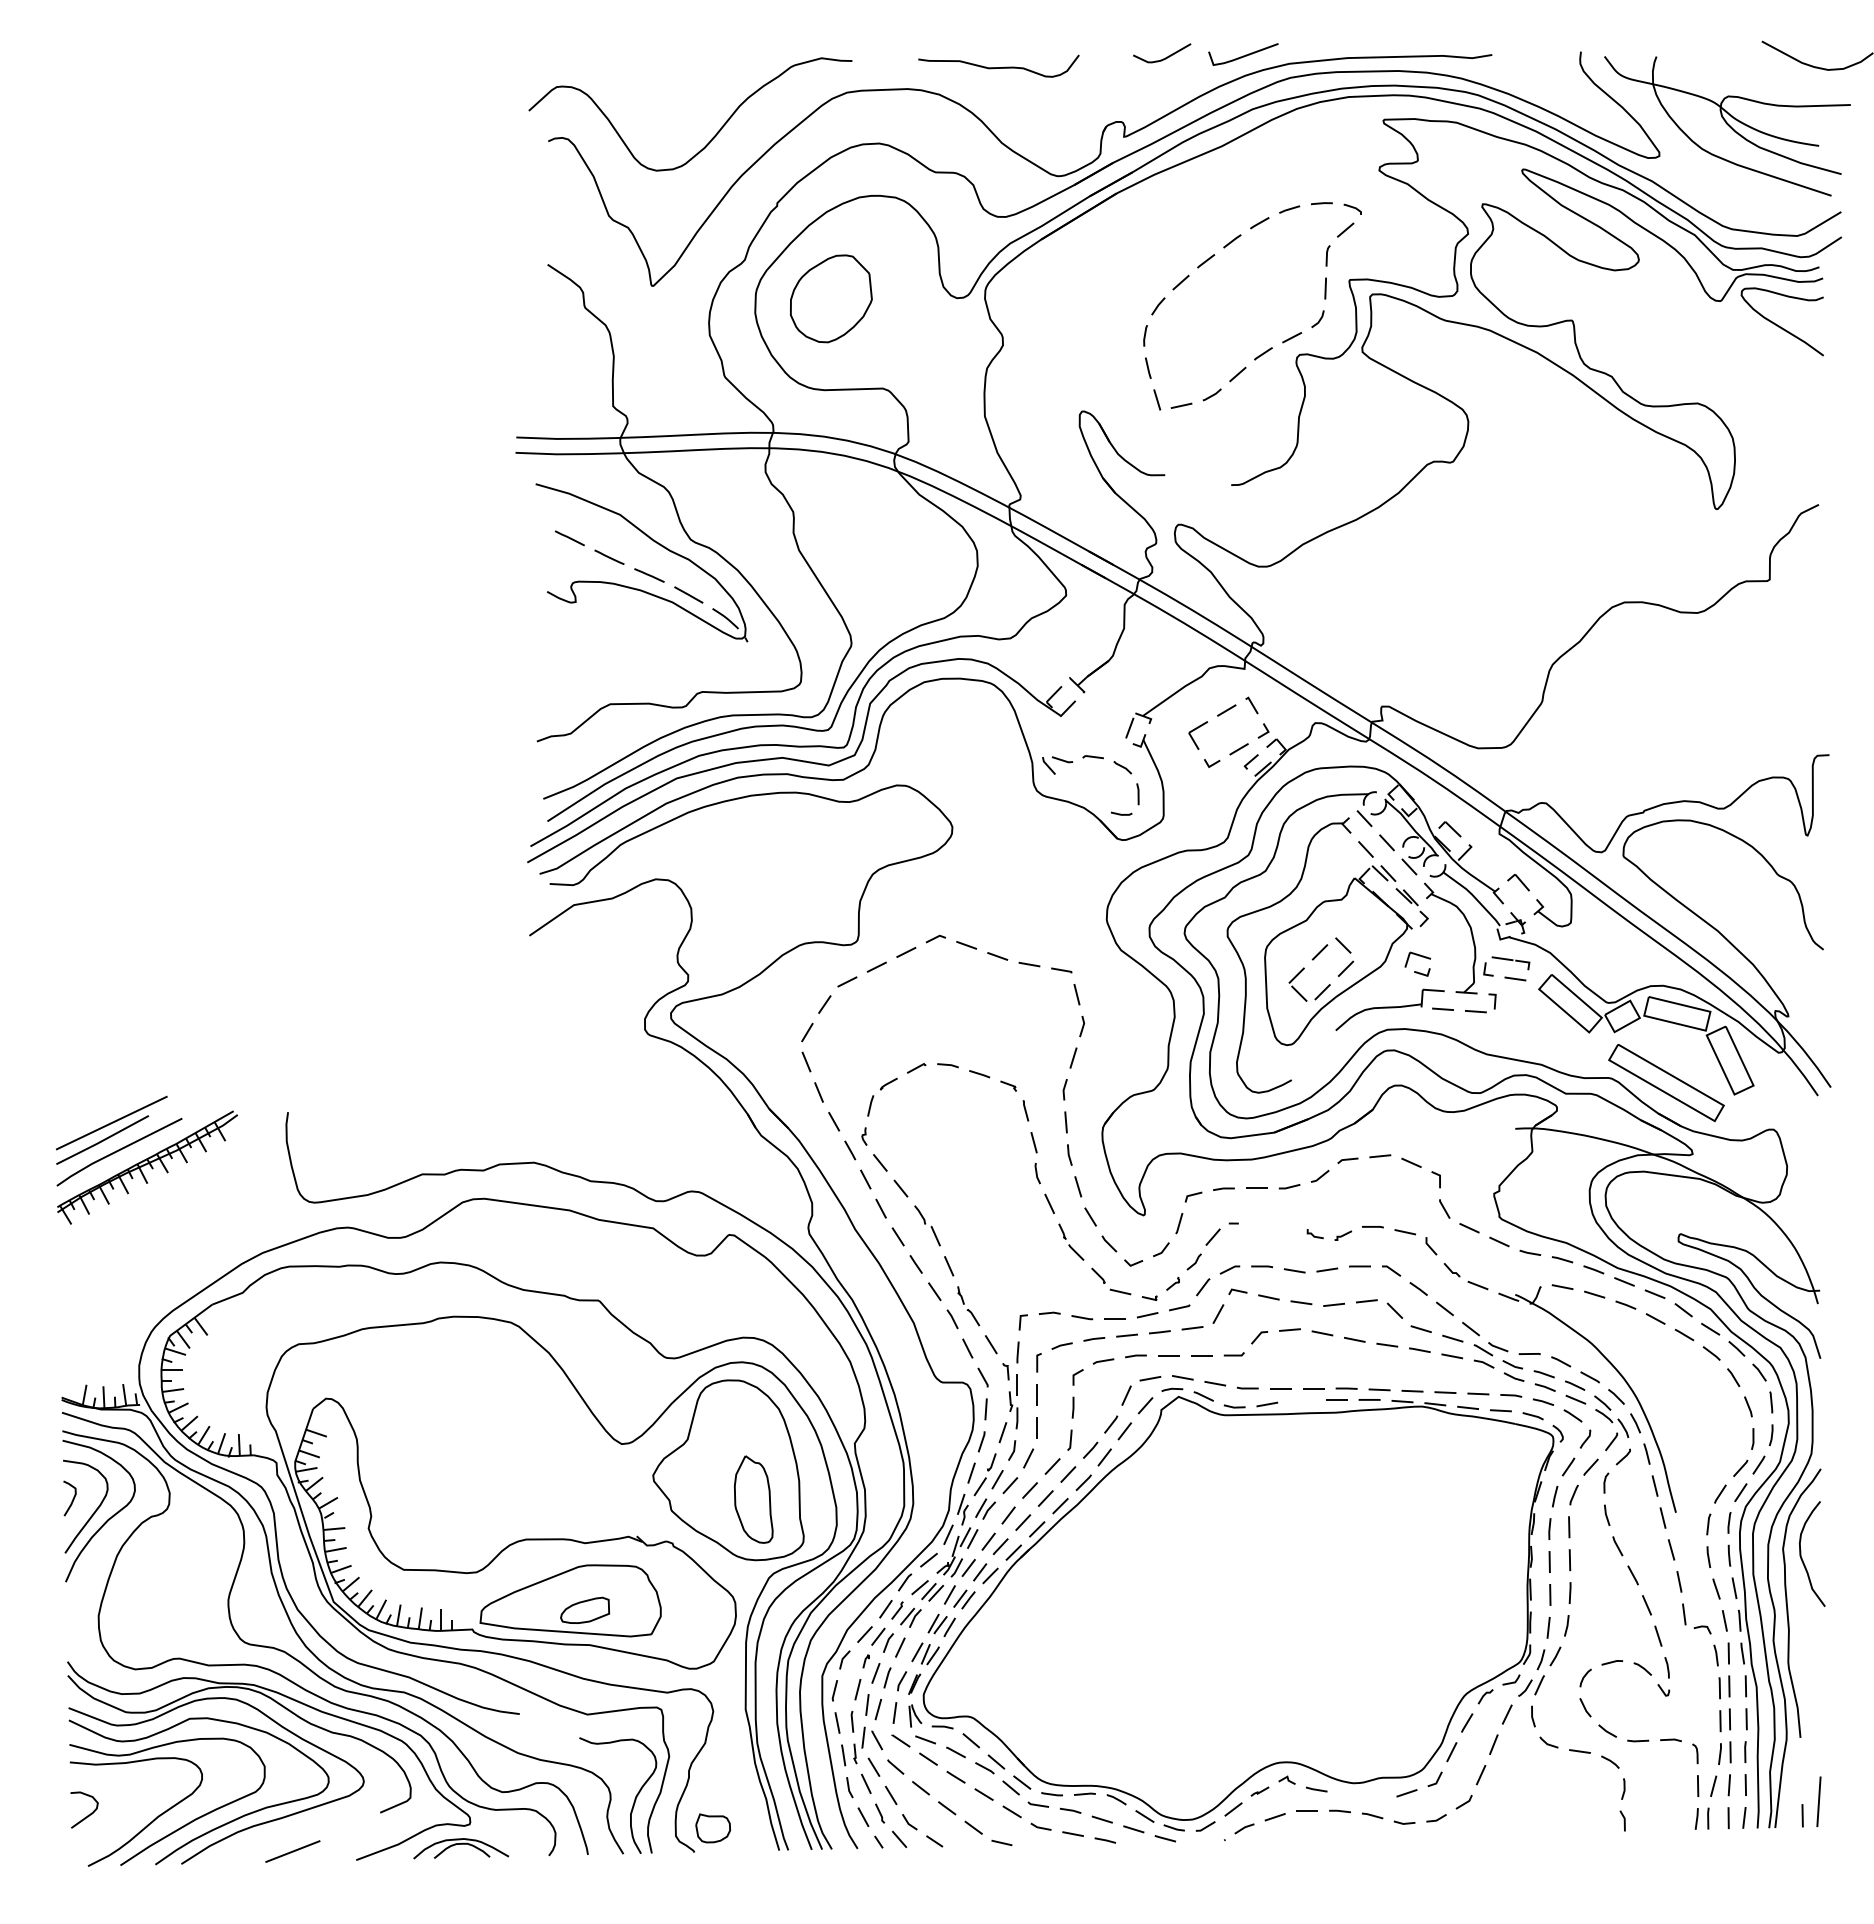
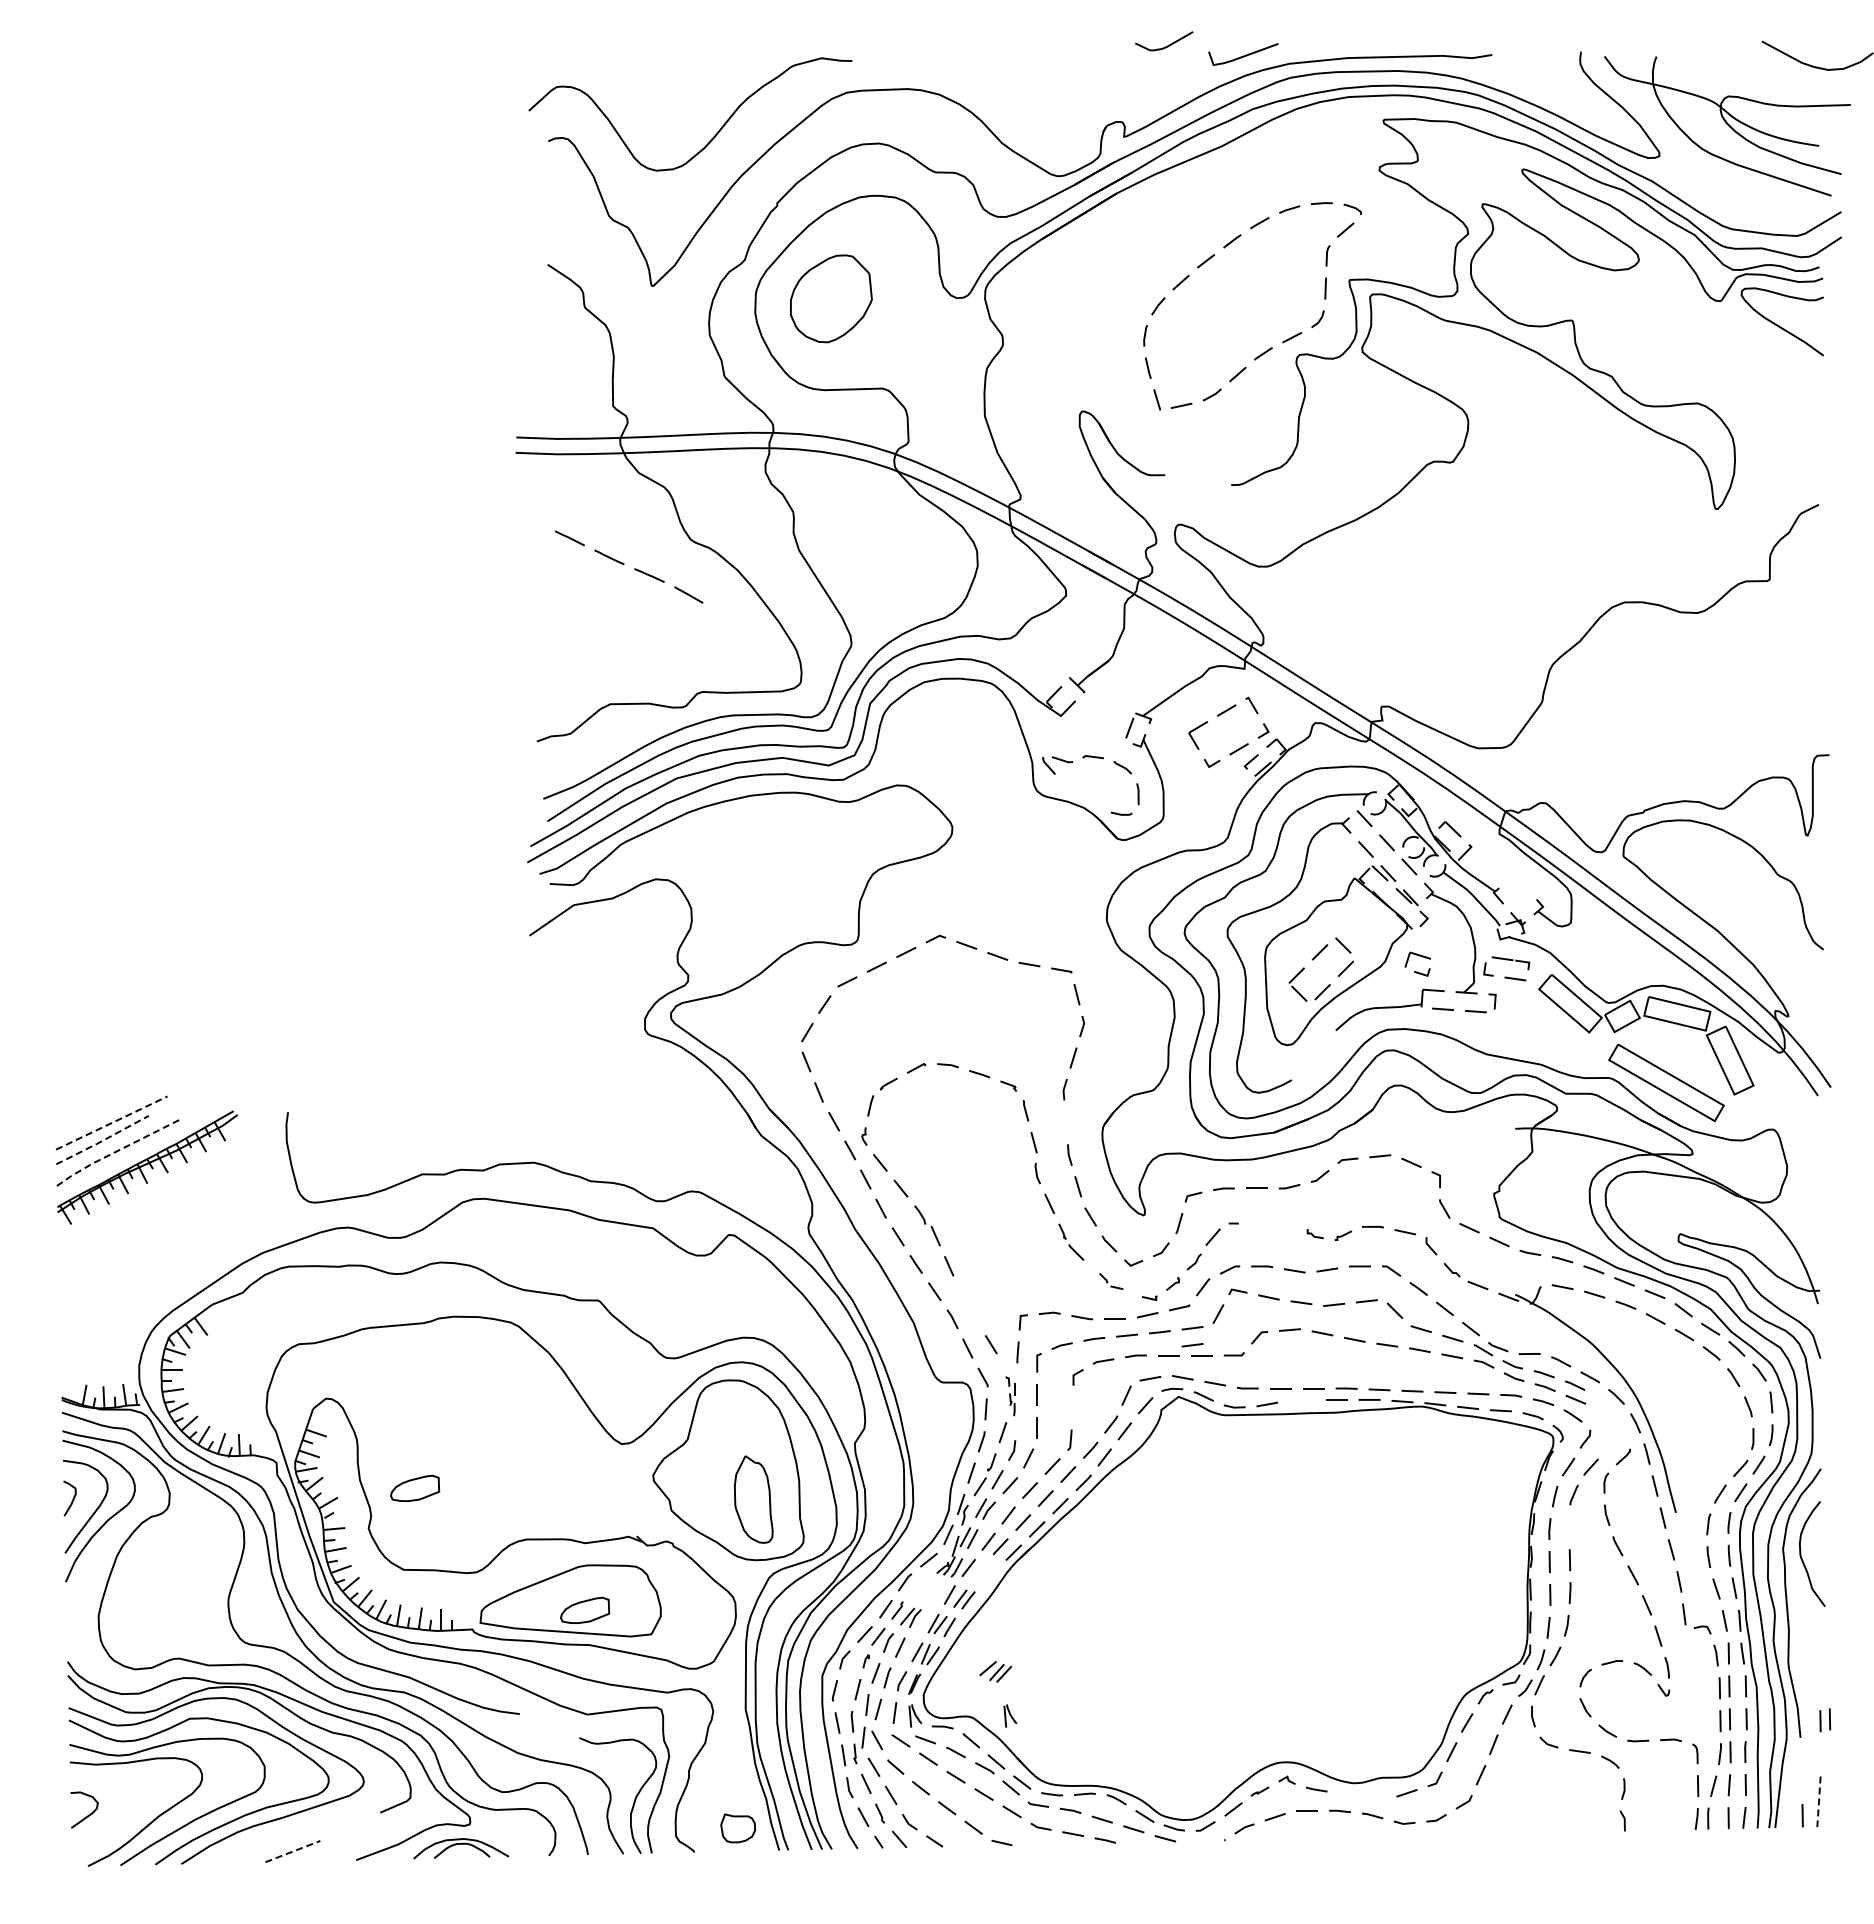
curve at (1165, 57) position: (1165, 57) -> (1167, 45)
curve at (998, 67): present -> none
part at (654, 542): present -> none
part at (1518, 882): present -> none
line at (1065, 1122): present -> none
line at (111, 1123): solid -> dashed
line at (102, 1140): solid -> dashed
line at (118, 1150): solid -> dashed
part at (1111, 1281) size: 41x29 px -> 25x17 px
part at (968, 1306): present -> none
line at (1192, 1345): none -> present
part at (1010, 1396) size: 17x67 px -> 11x41 px
line at (1072, 1407): present -> none
part at (1611, 1423): present -> none
part at (415, 1487): none -> present
line at (1569, 1527): present -> none
part at (985, 1573): present -> none
part at (927, 1590) position: (927, 1590) -> (995, 1671)
part at (1010, 1715): none -> present
part at (1825, 1720): none -> present
line at (1818, 1802): solid -> dashed
part at (712, 1828) position: (712, 1828) -> (737, 1828)
line at (293, 1851): solid -> dashed
